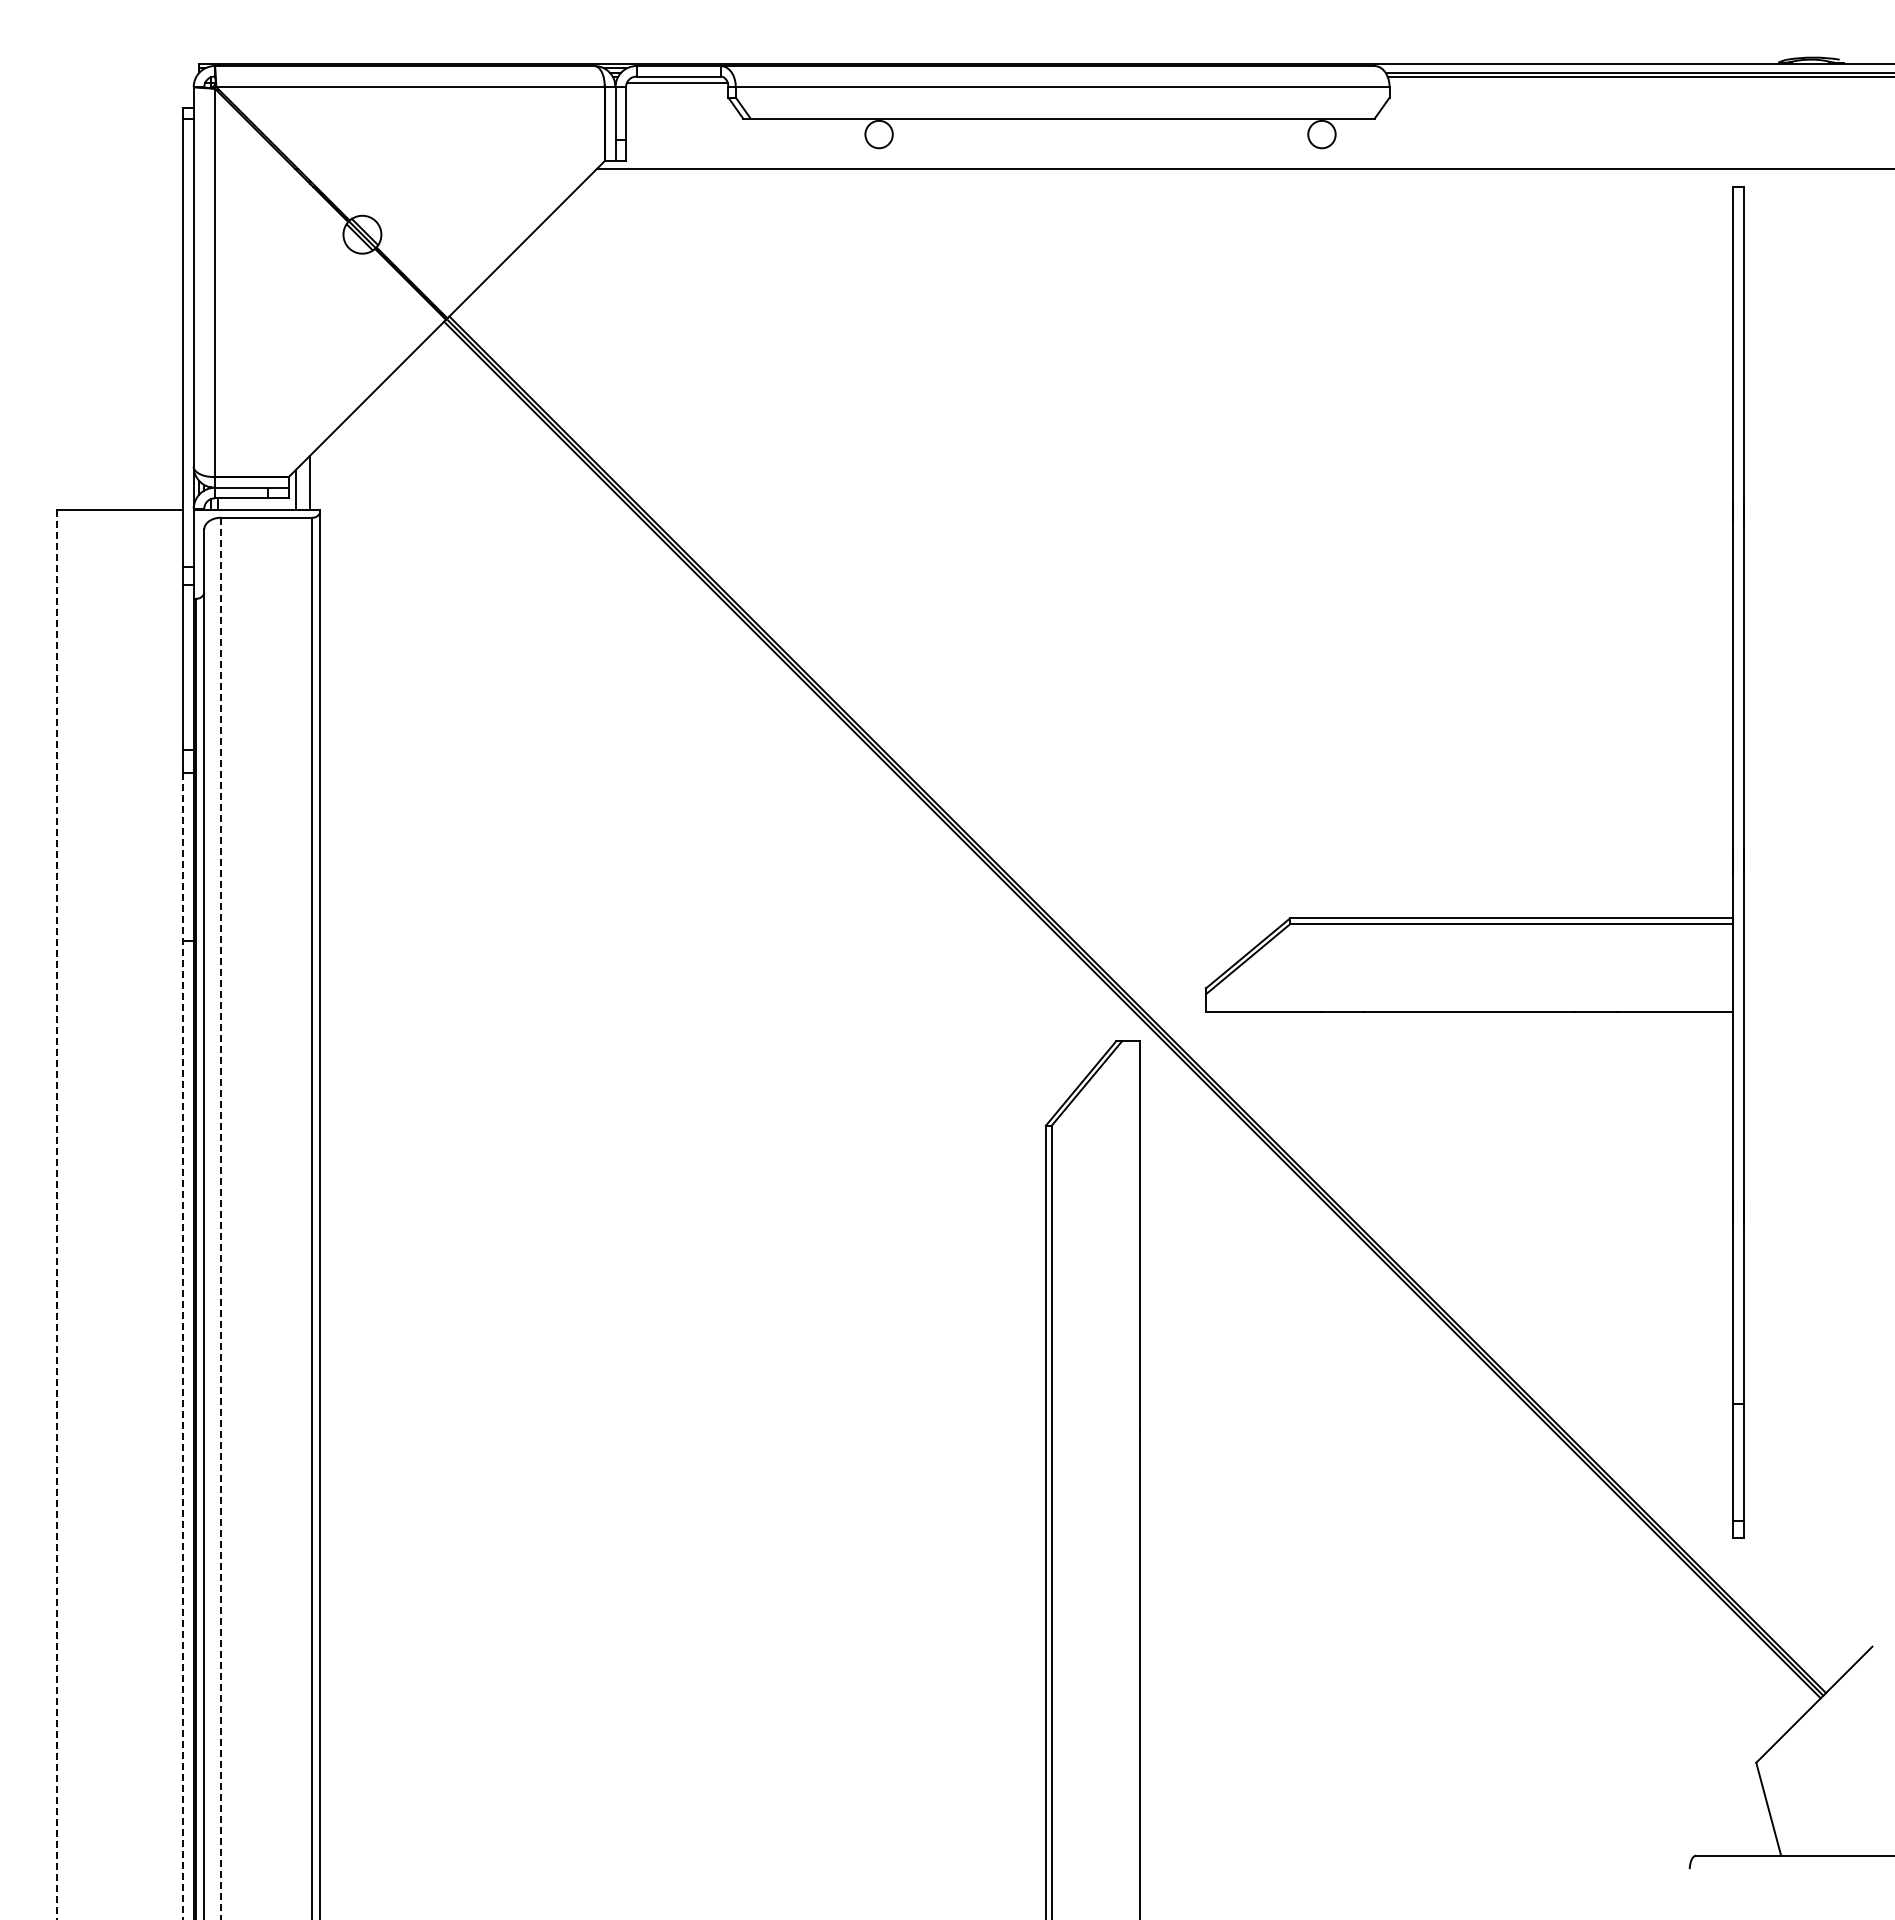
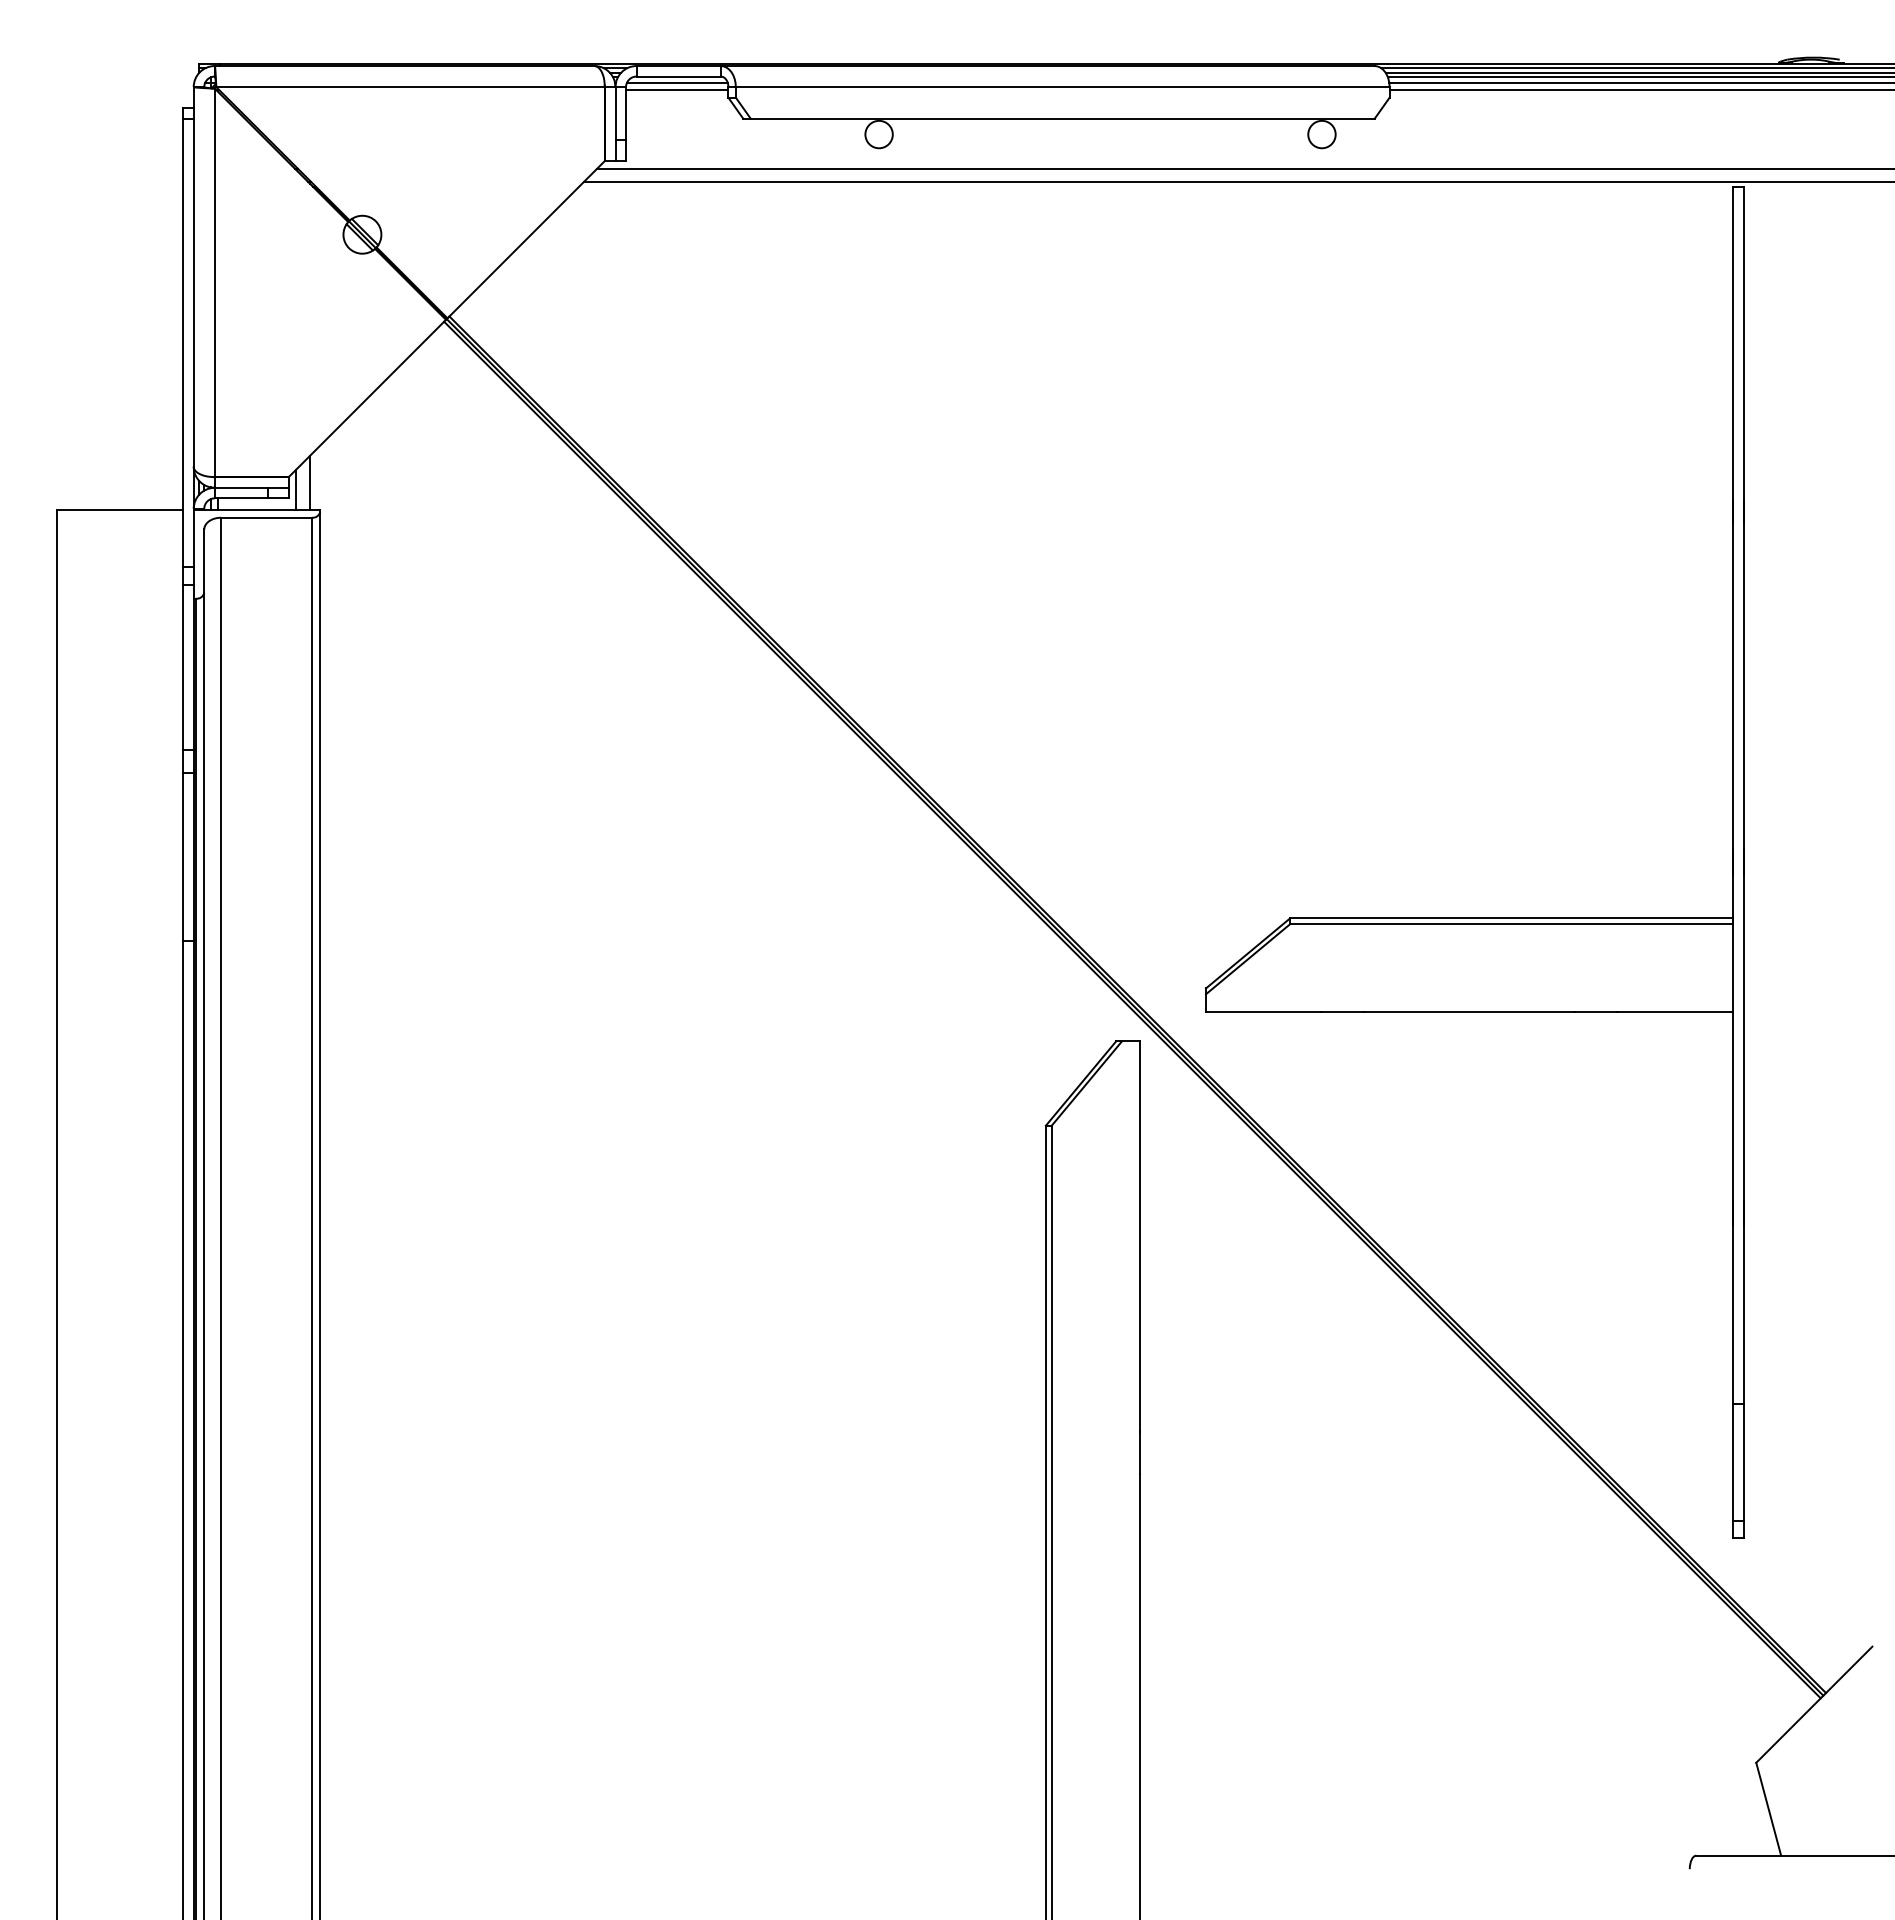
line at (1636, 68): none -> present
line at (1640, 82): none -> present
line at (677, 90): none -> present
line at (1640, 90): none -> present
line at (1237, 182): none -> present
line at (56, 1215): dashed -> solid
line at (221, 1218): dashed -> solid
line at (183, 1346): dashed -> solid
